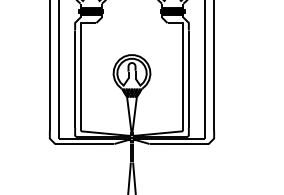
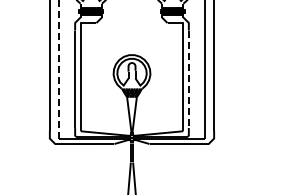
line at (59, 69): solid -> dashed
line at (188, 79): solid -> dashed
